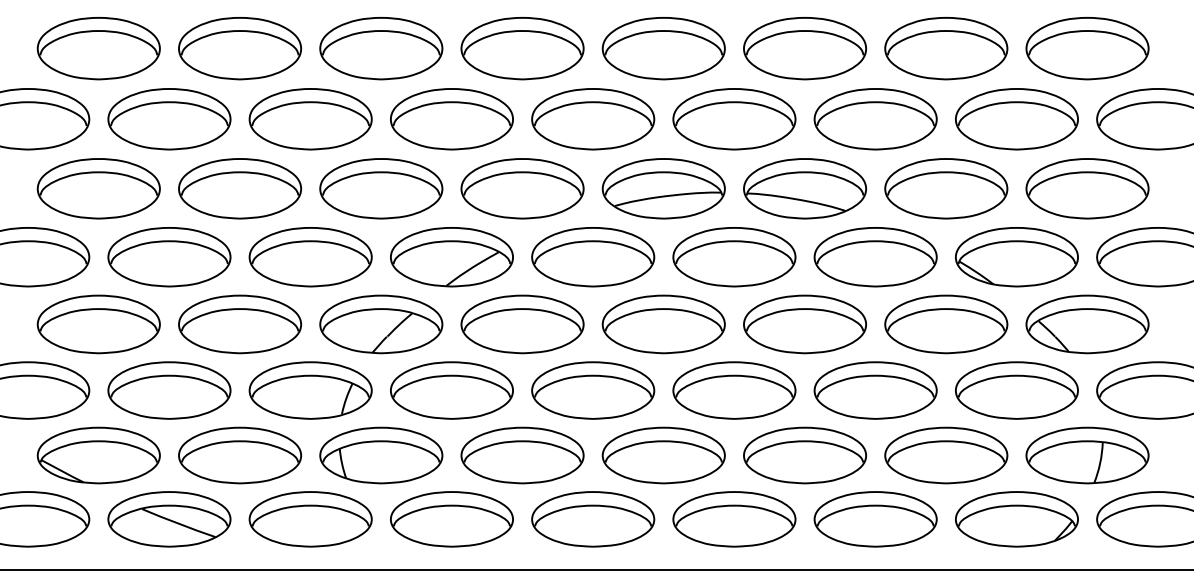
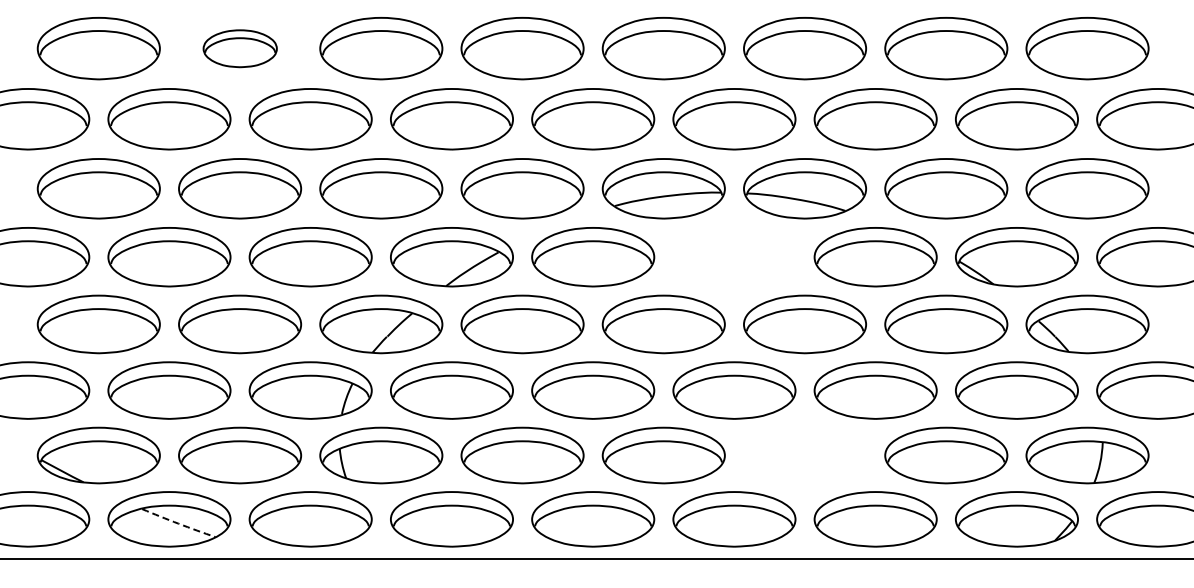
part at (240, 48) size: 125x64 px -> 76x40 px
part at (734, 257): present -> none
part at (804, 455): present -> none
arc at (178, 523): solid -> dashed
line at (596, 570) position: (596, 570) -> (596, 559)
